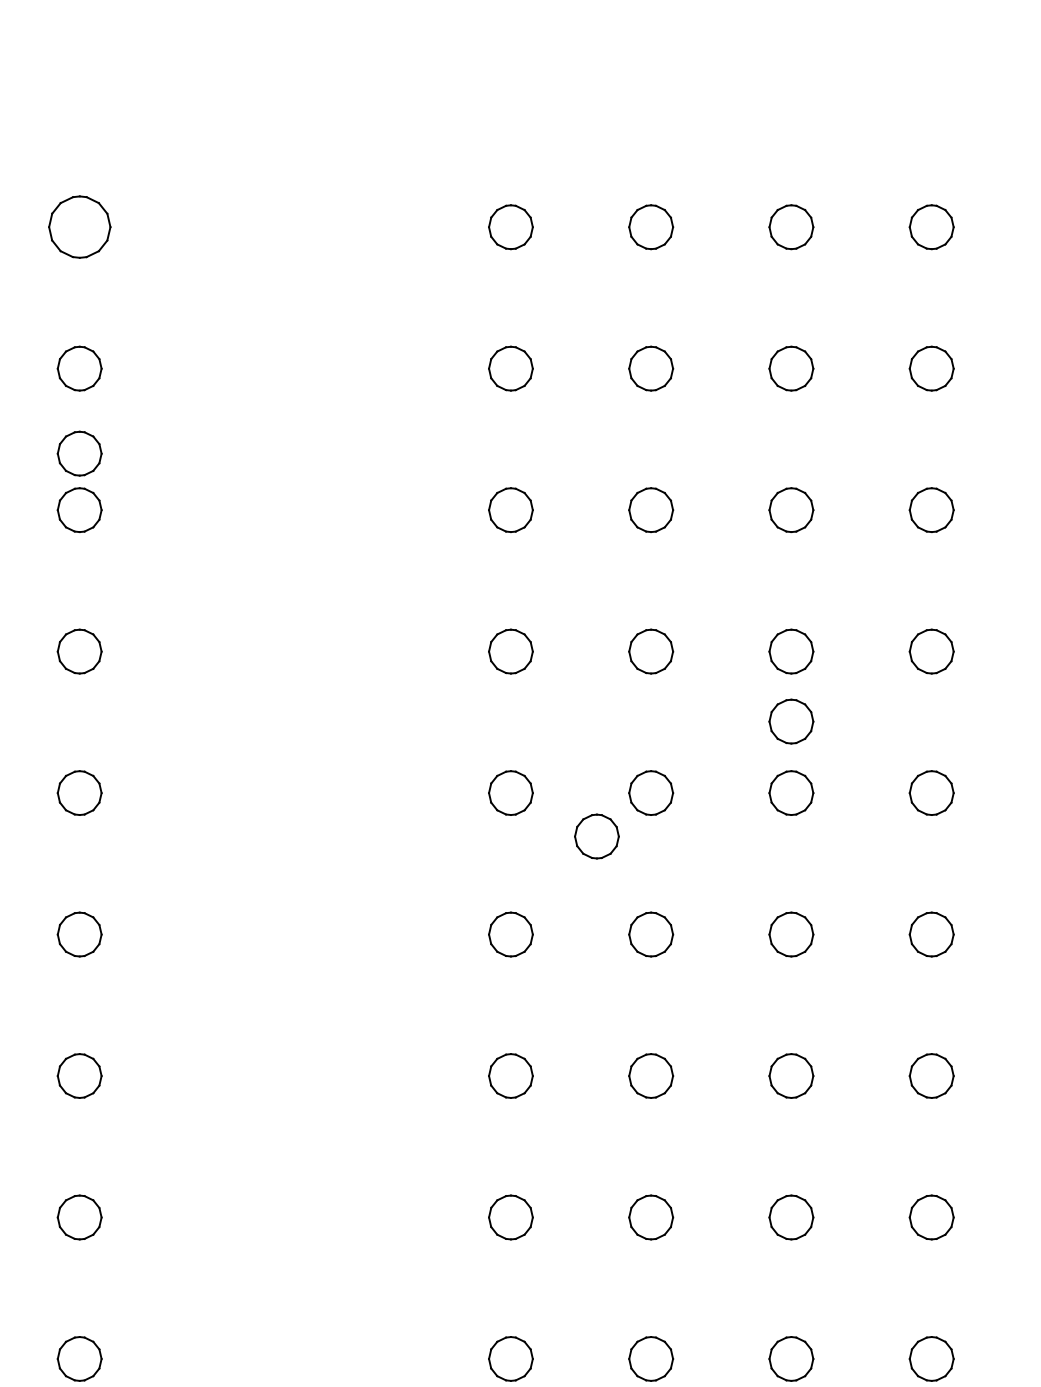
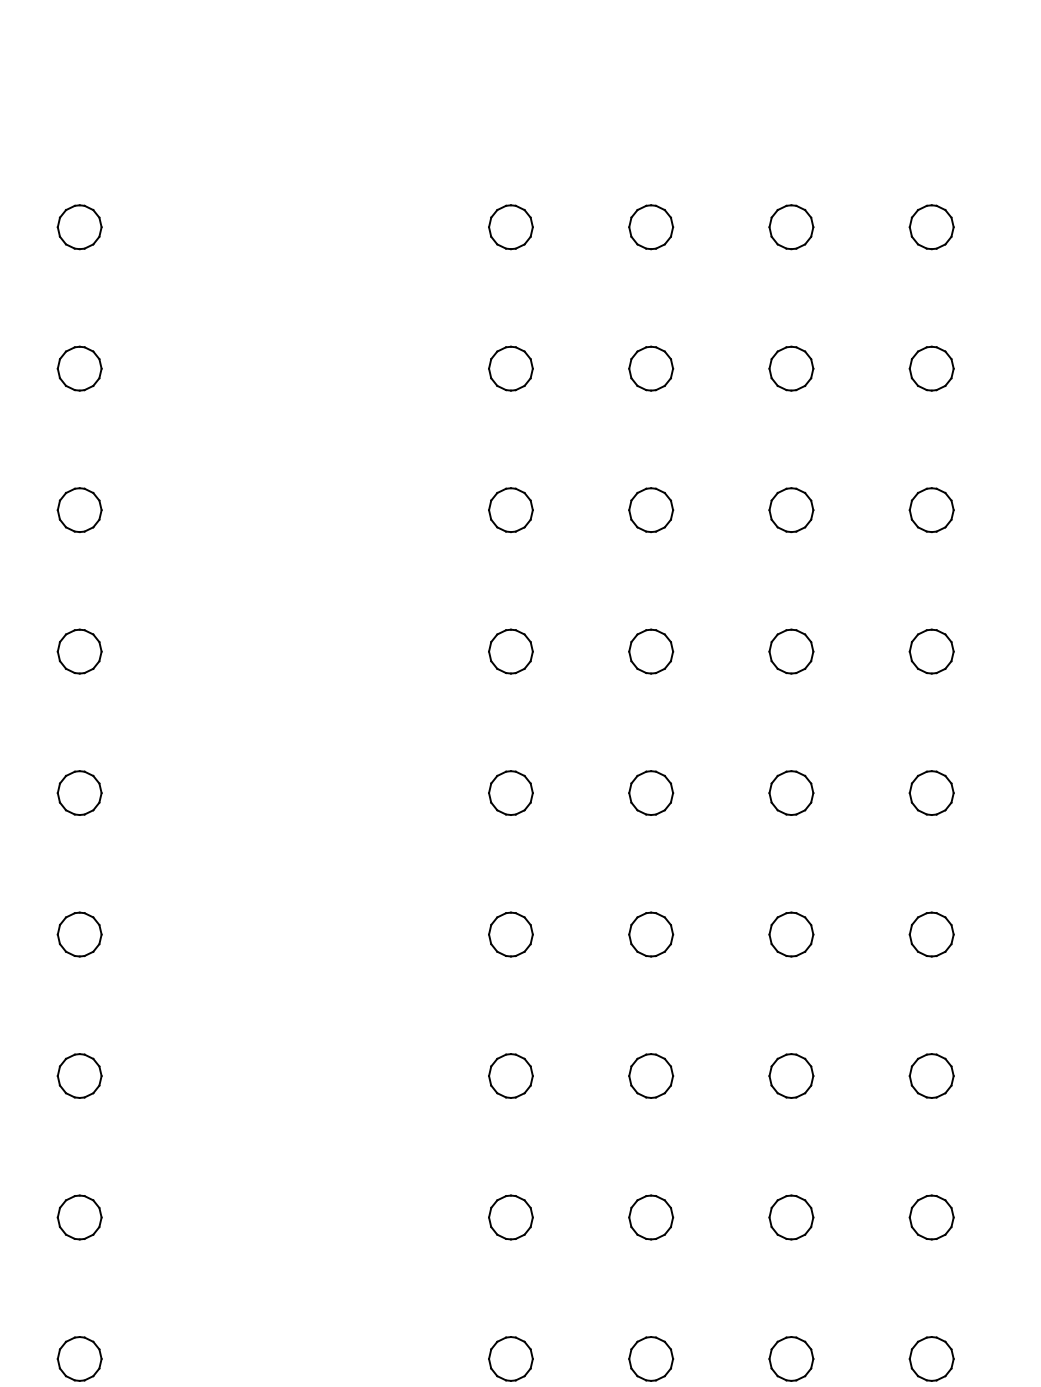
part at (79, 226) size: 64x64 px -> 47x47 px
part at (79, 453): present -> none
part at (791, 721): present -> none
part at (596, 836): present -> none
